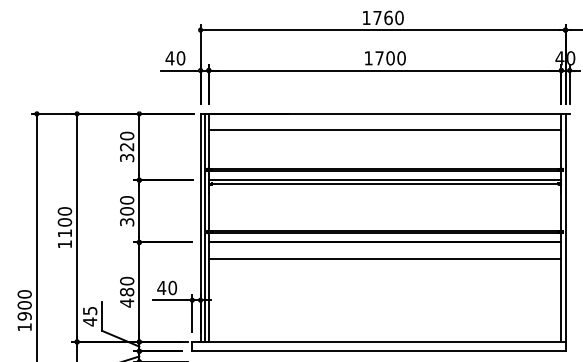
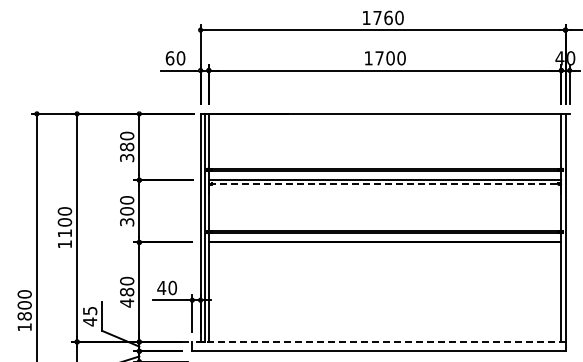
text at (169, 58): 40 -> 60
line at (384, 130): present -> none
text at (127, 146): 320 -> 380
line at (385, 184): solid -> dashed
line at (384, 259): present -> none
text at (24, 316): 1900 -> 1800
line at (378, 341): solid -> dashed
